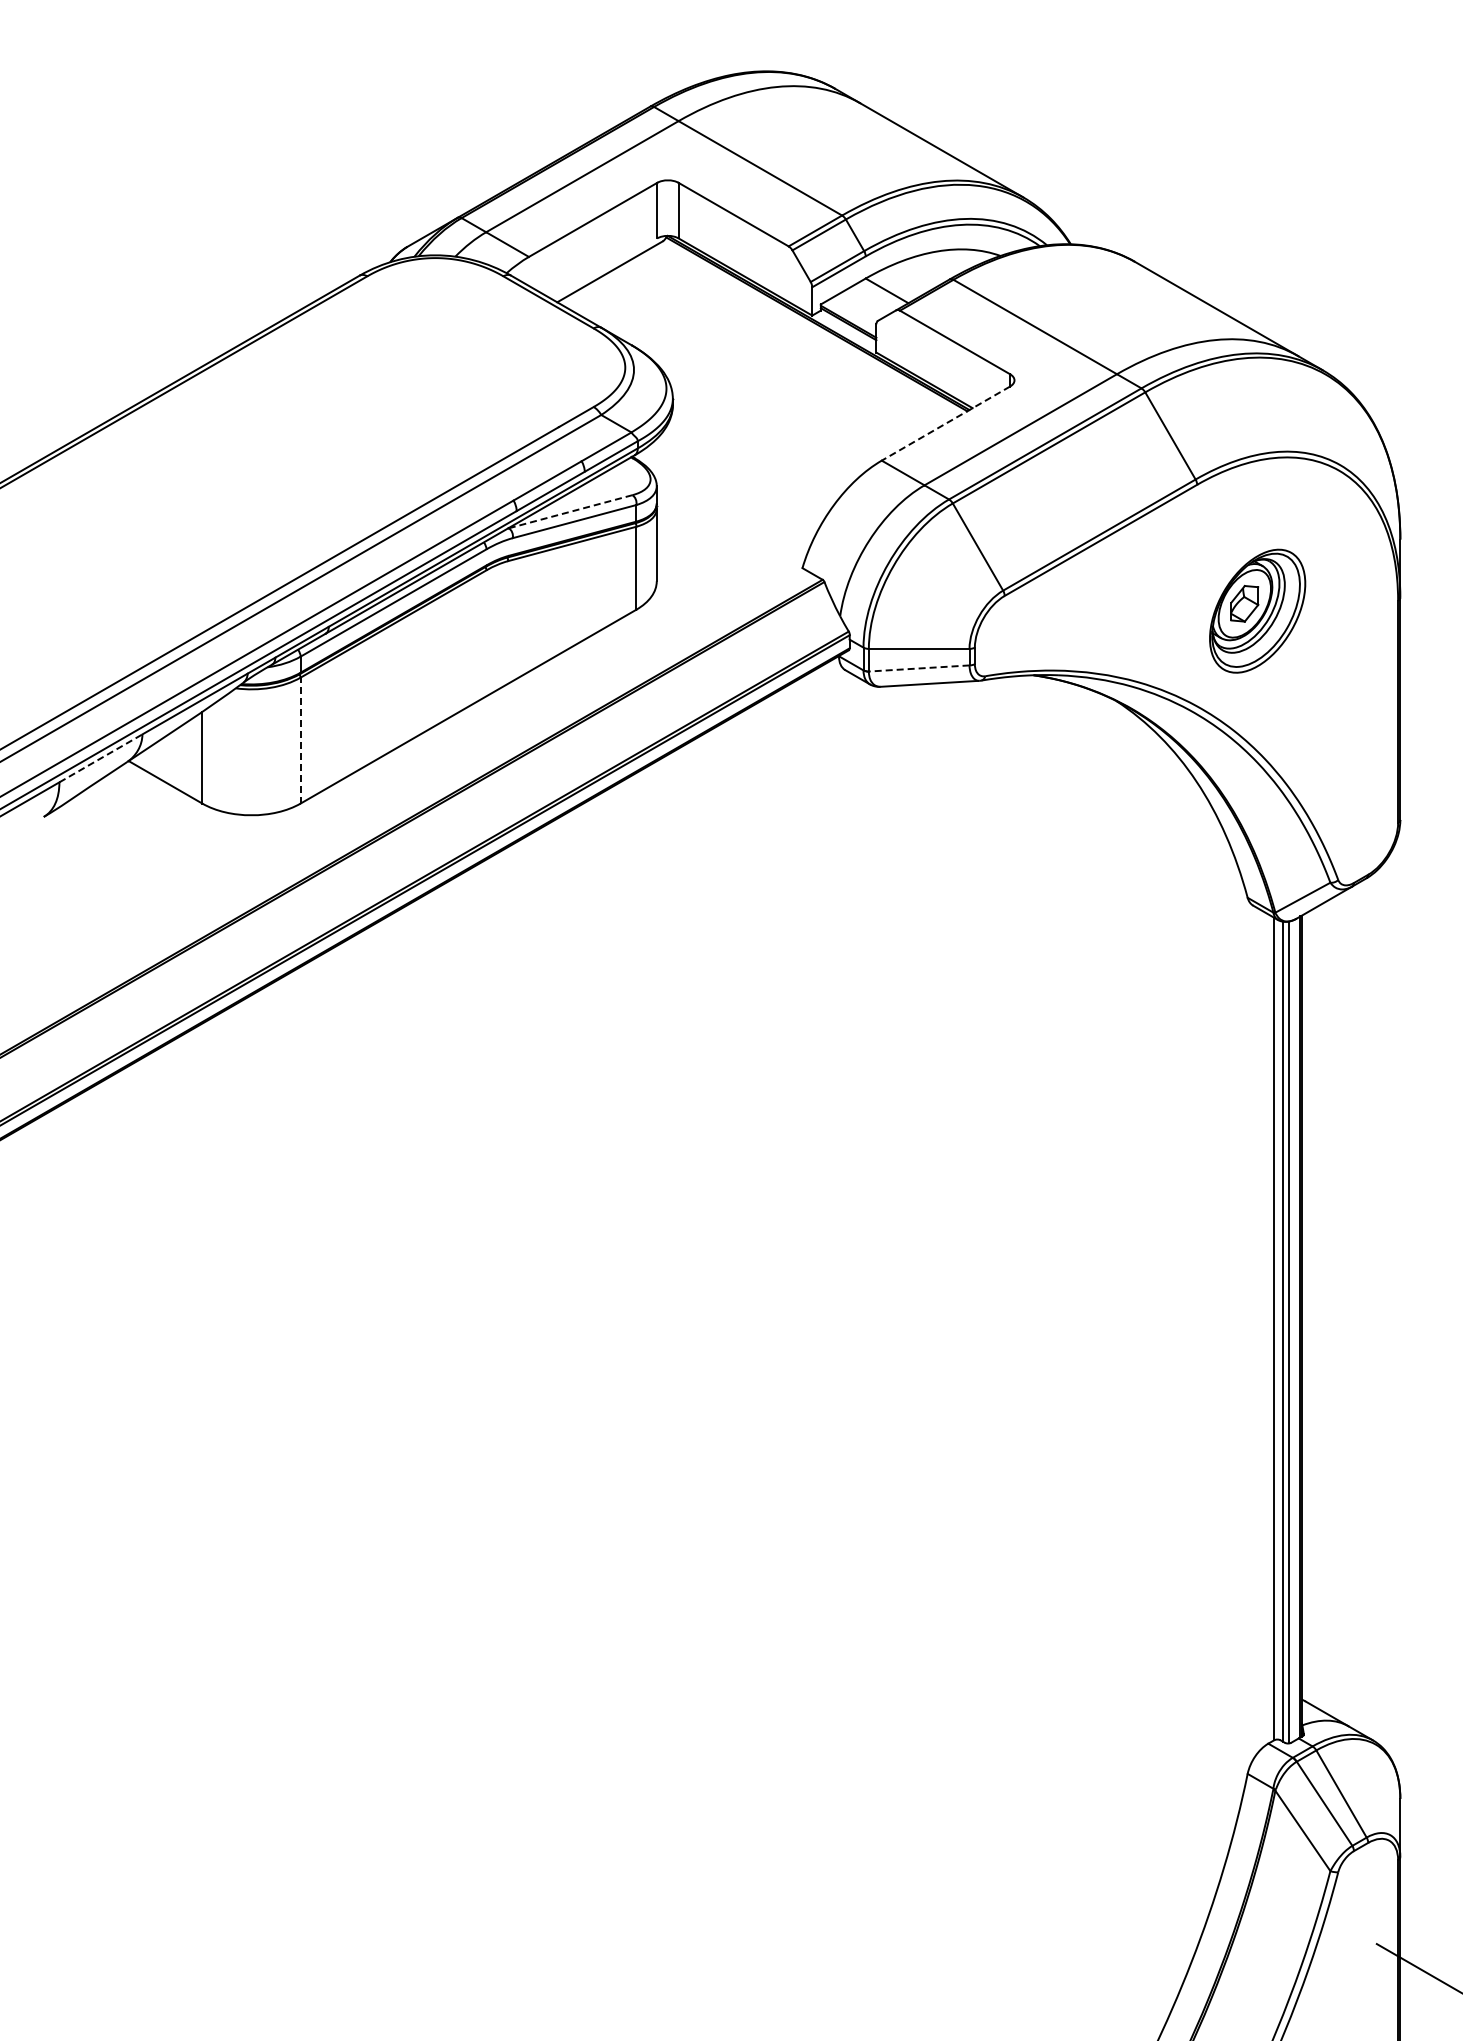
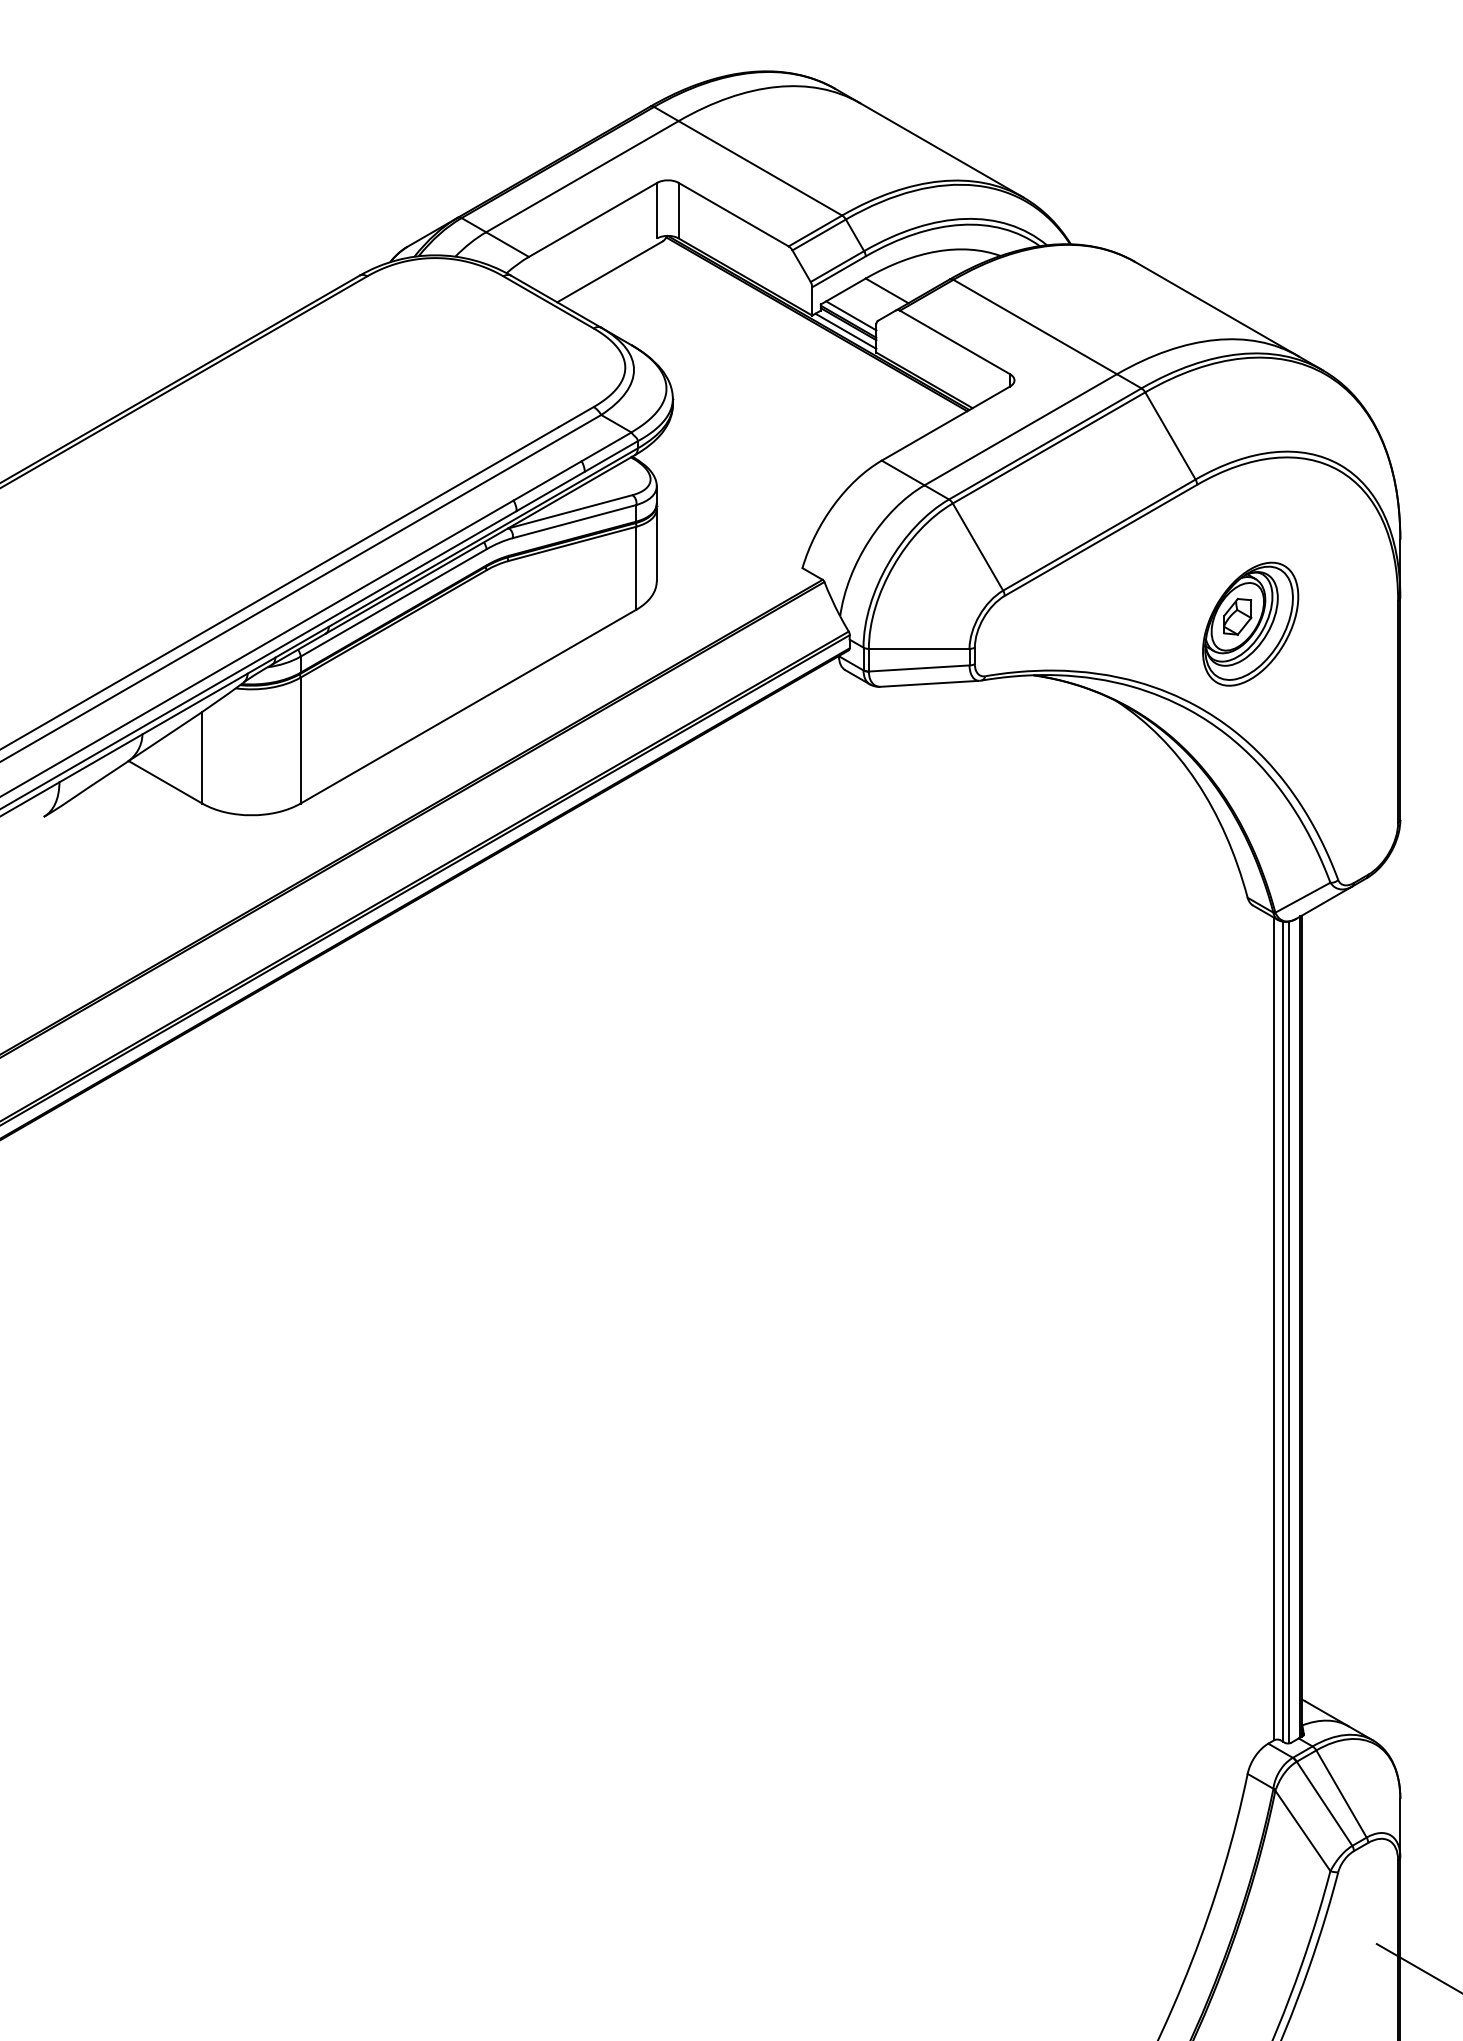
line at (851, 315): none -> present
line at (845, 330): none -> present
line at (945, 423): dashed -> solid
line at (570, 511): dashed -> solid
part at (1257, 610) position: (1257, 610) -> (1250, 623)
line at (918, 668): dashed -> solid
line at (300, 740): dashed -> solid
line at (100, 758): dashed -> solid
